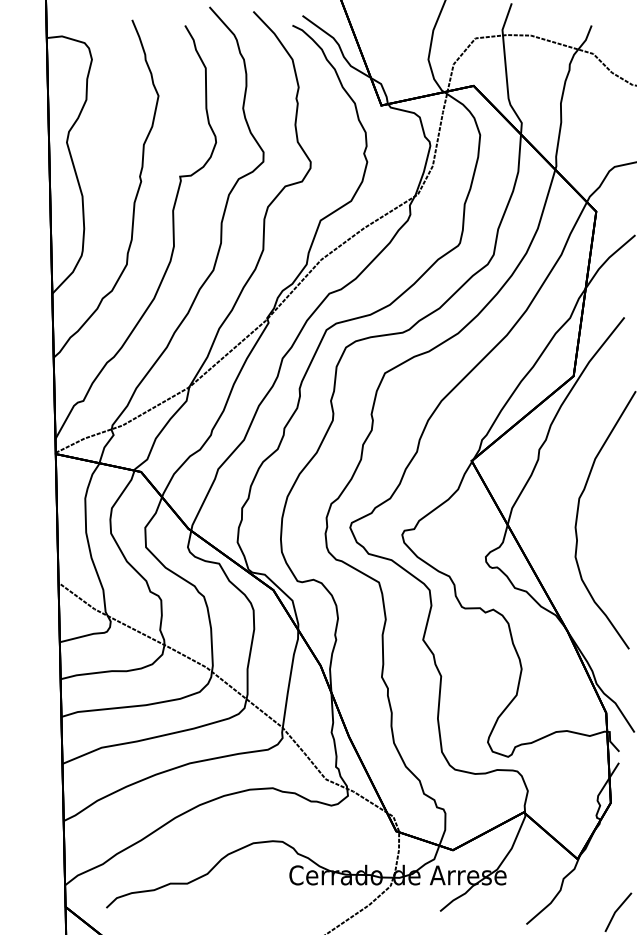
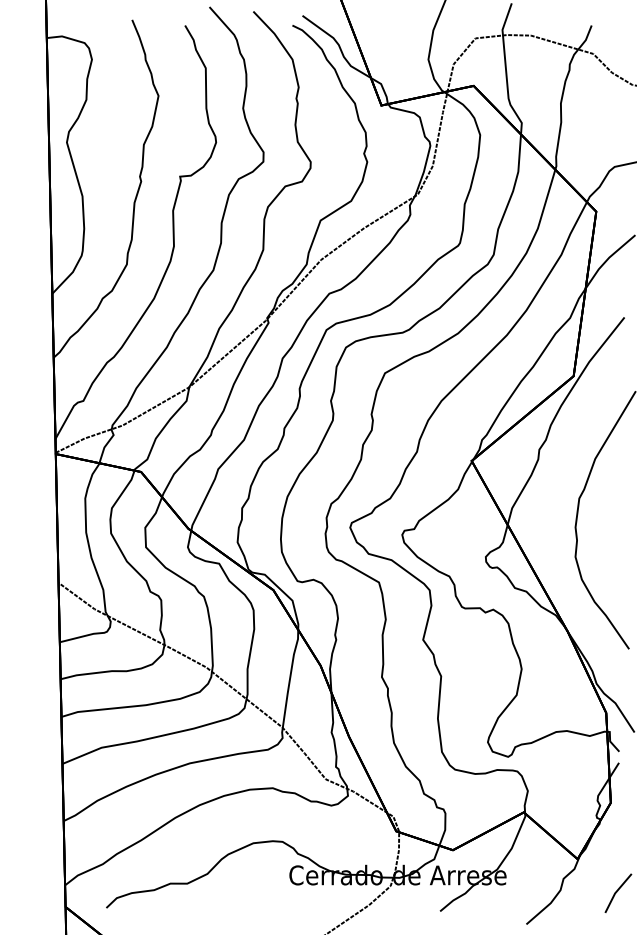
line at (618, 910) position: (618, 910) -> (618, 891)
